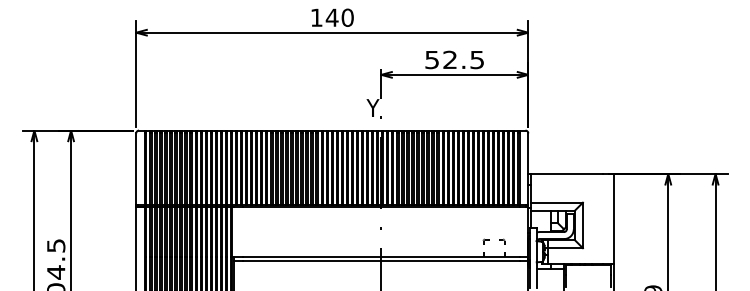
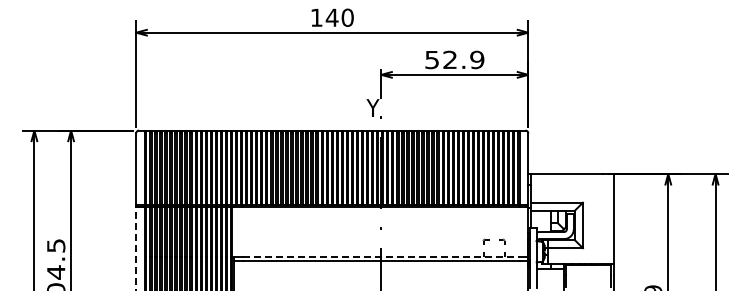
text at (477, 59): 52.5 -> 52.9
line at (136, 248): solid -> dashed
line at (381, 256): solid -> dashed
